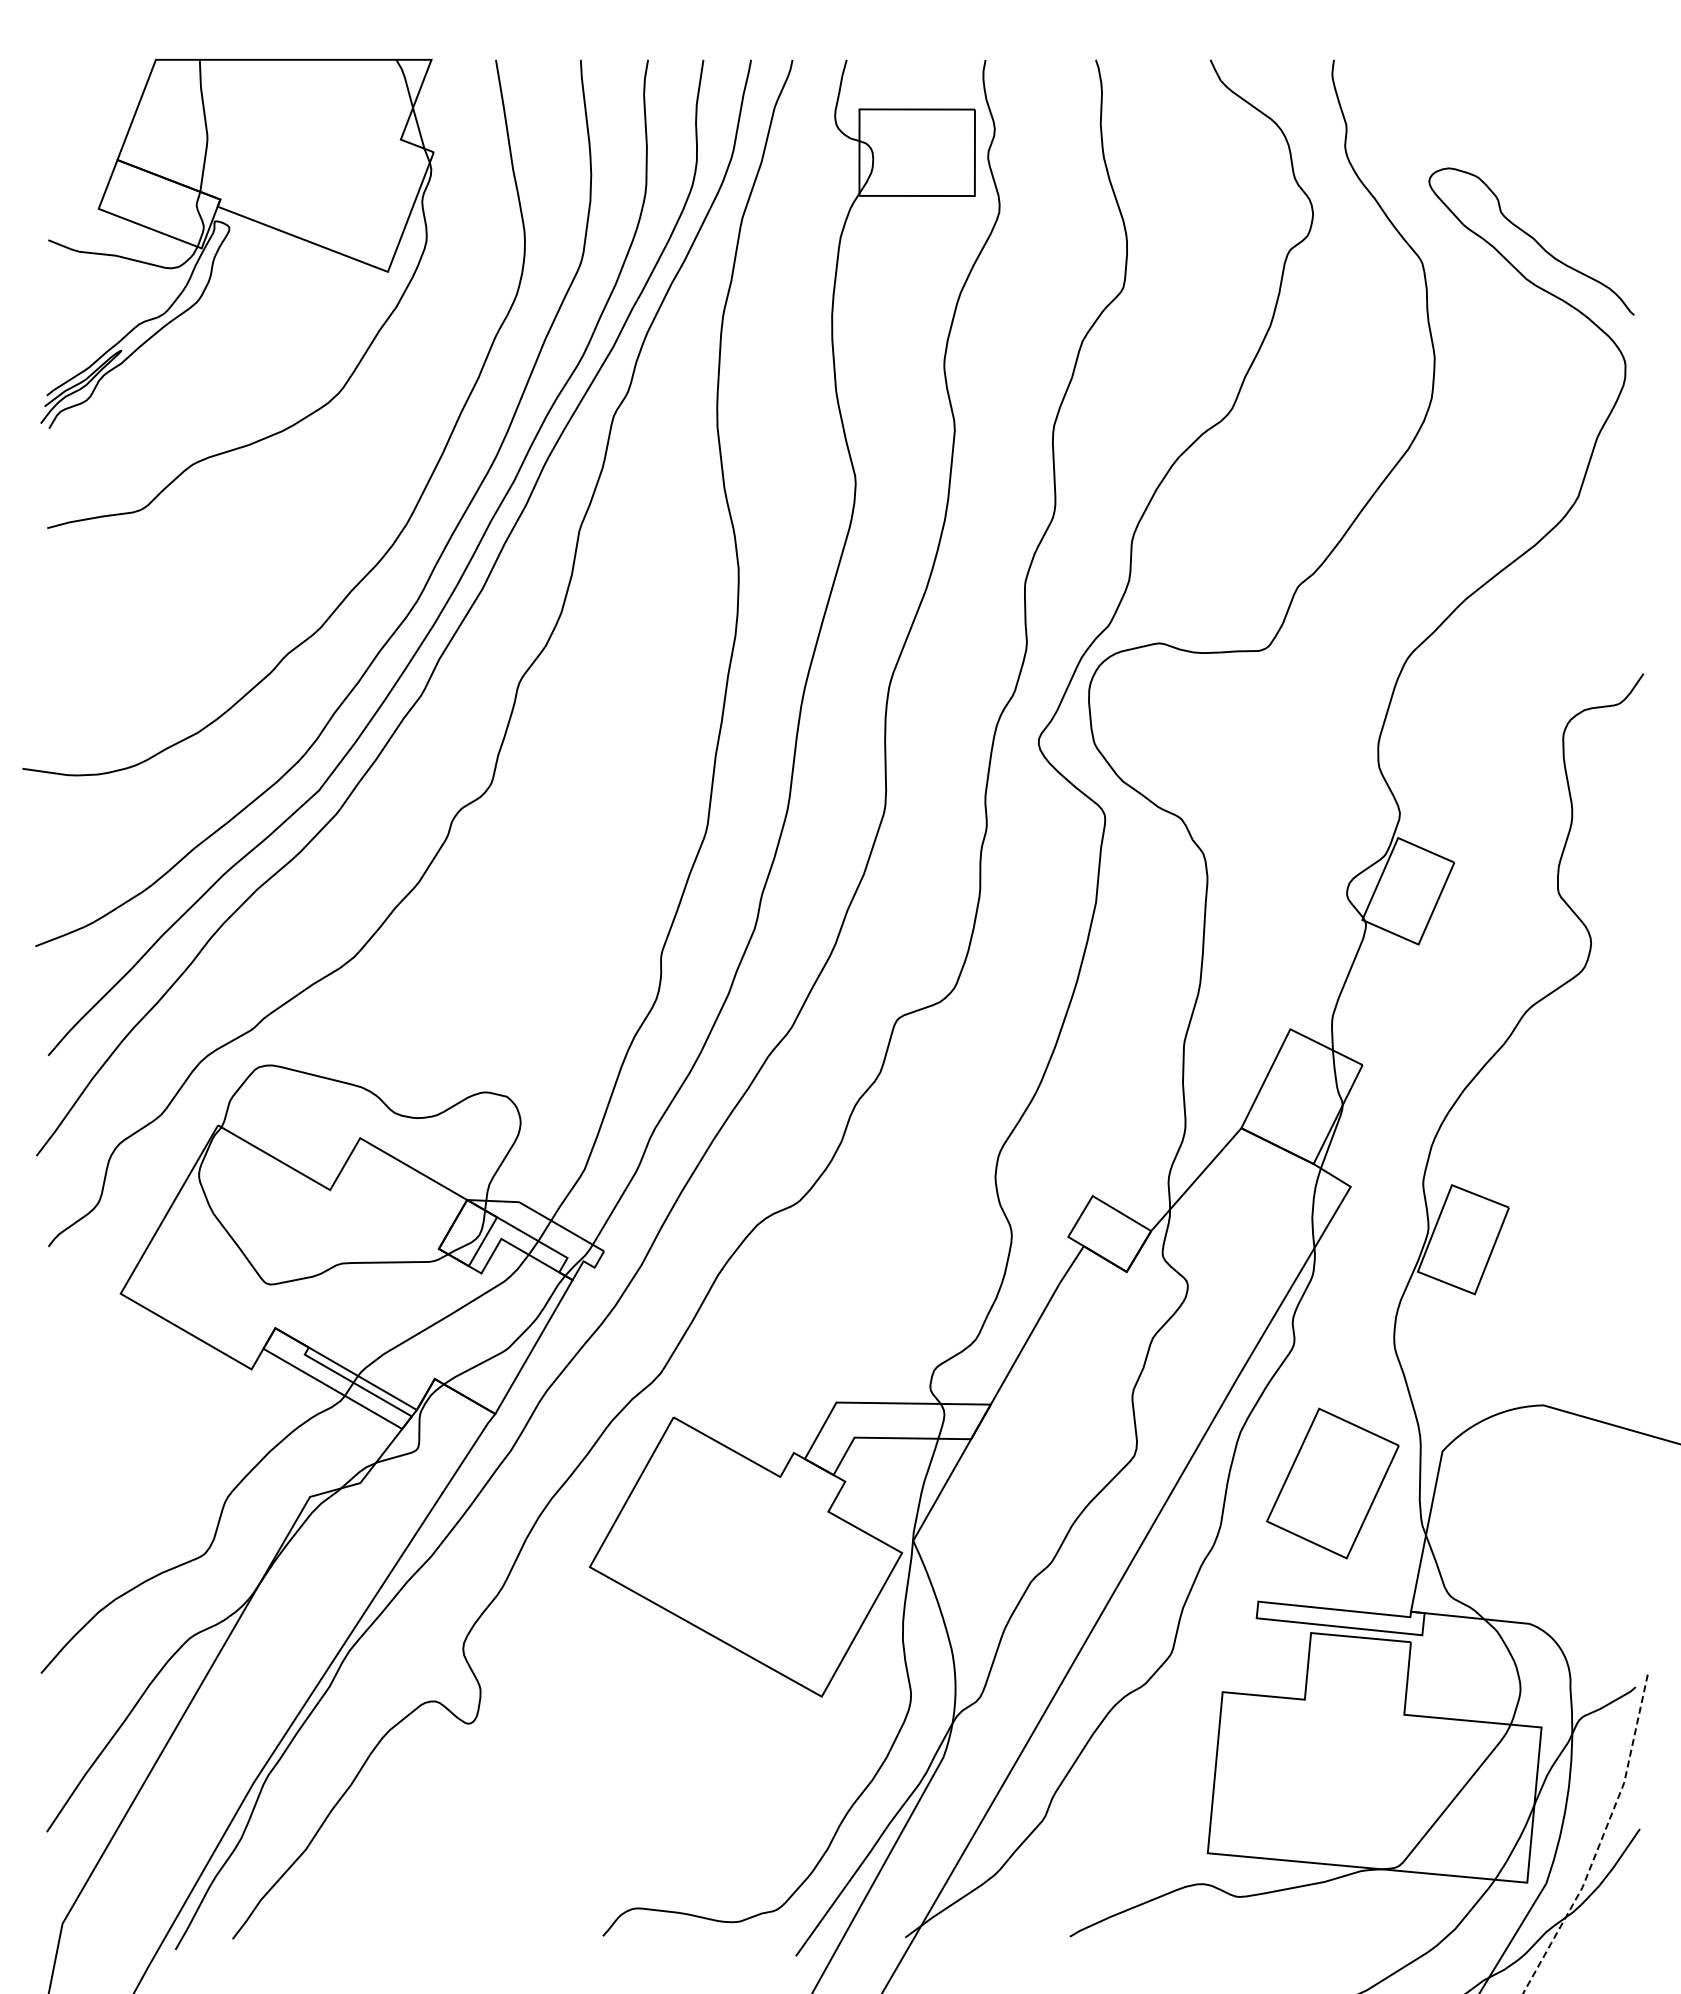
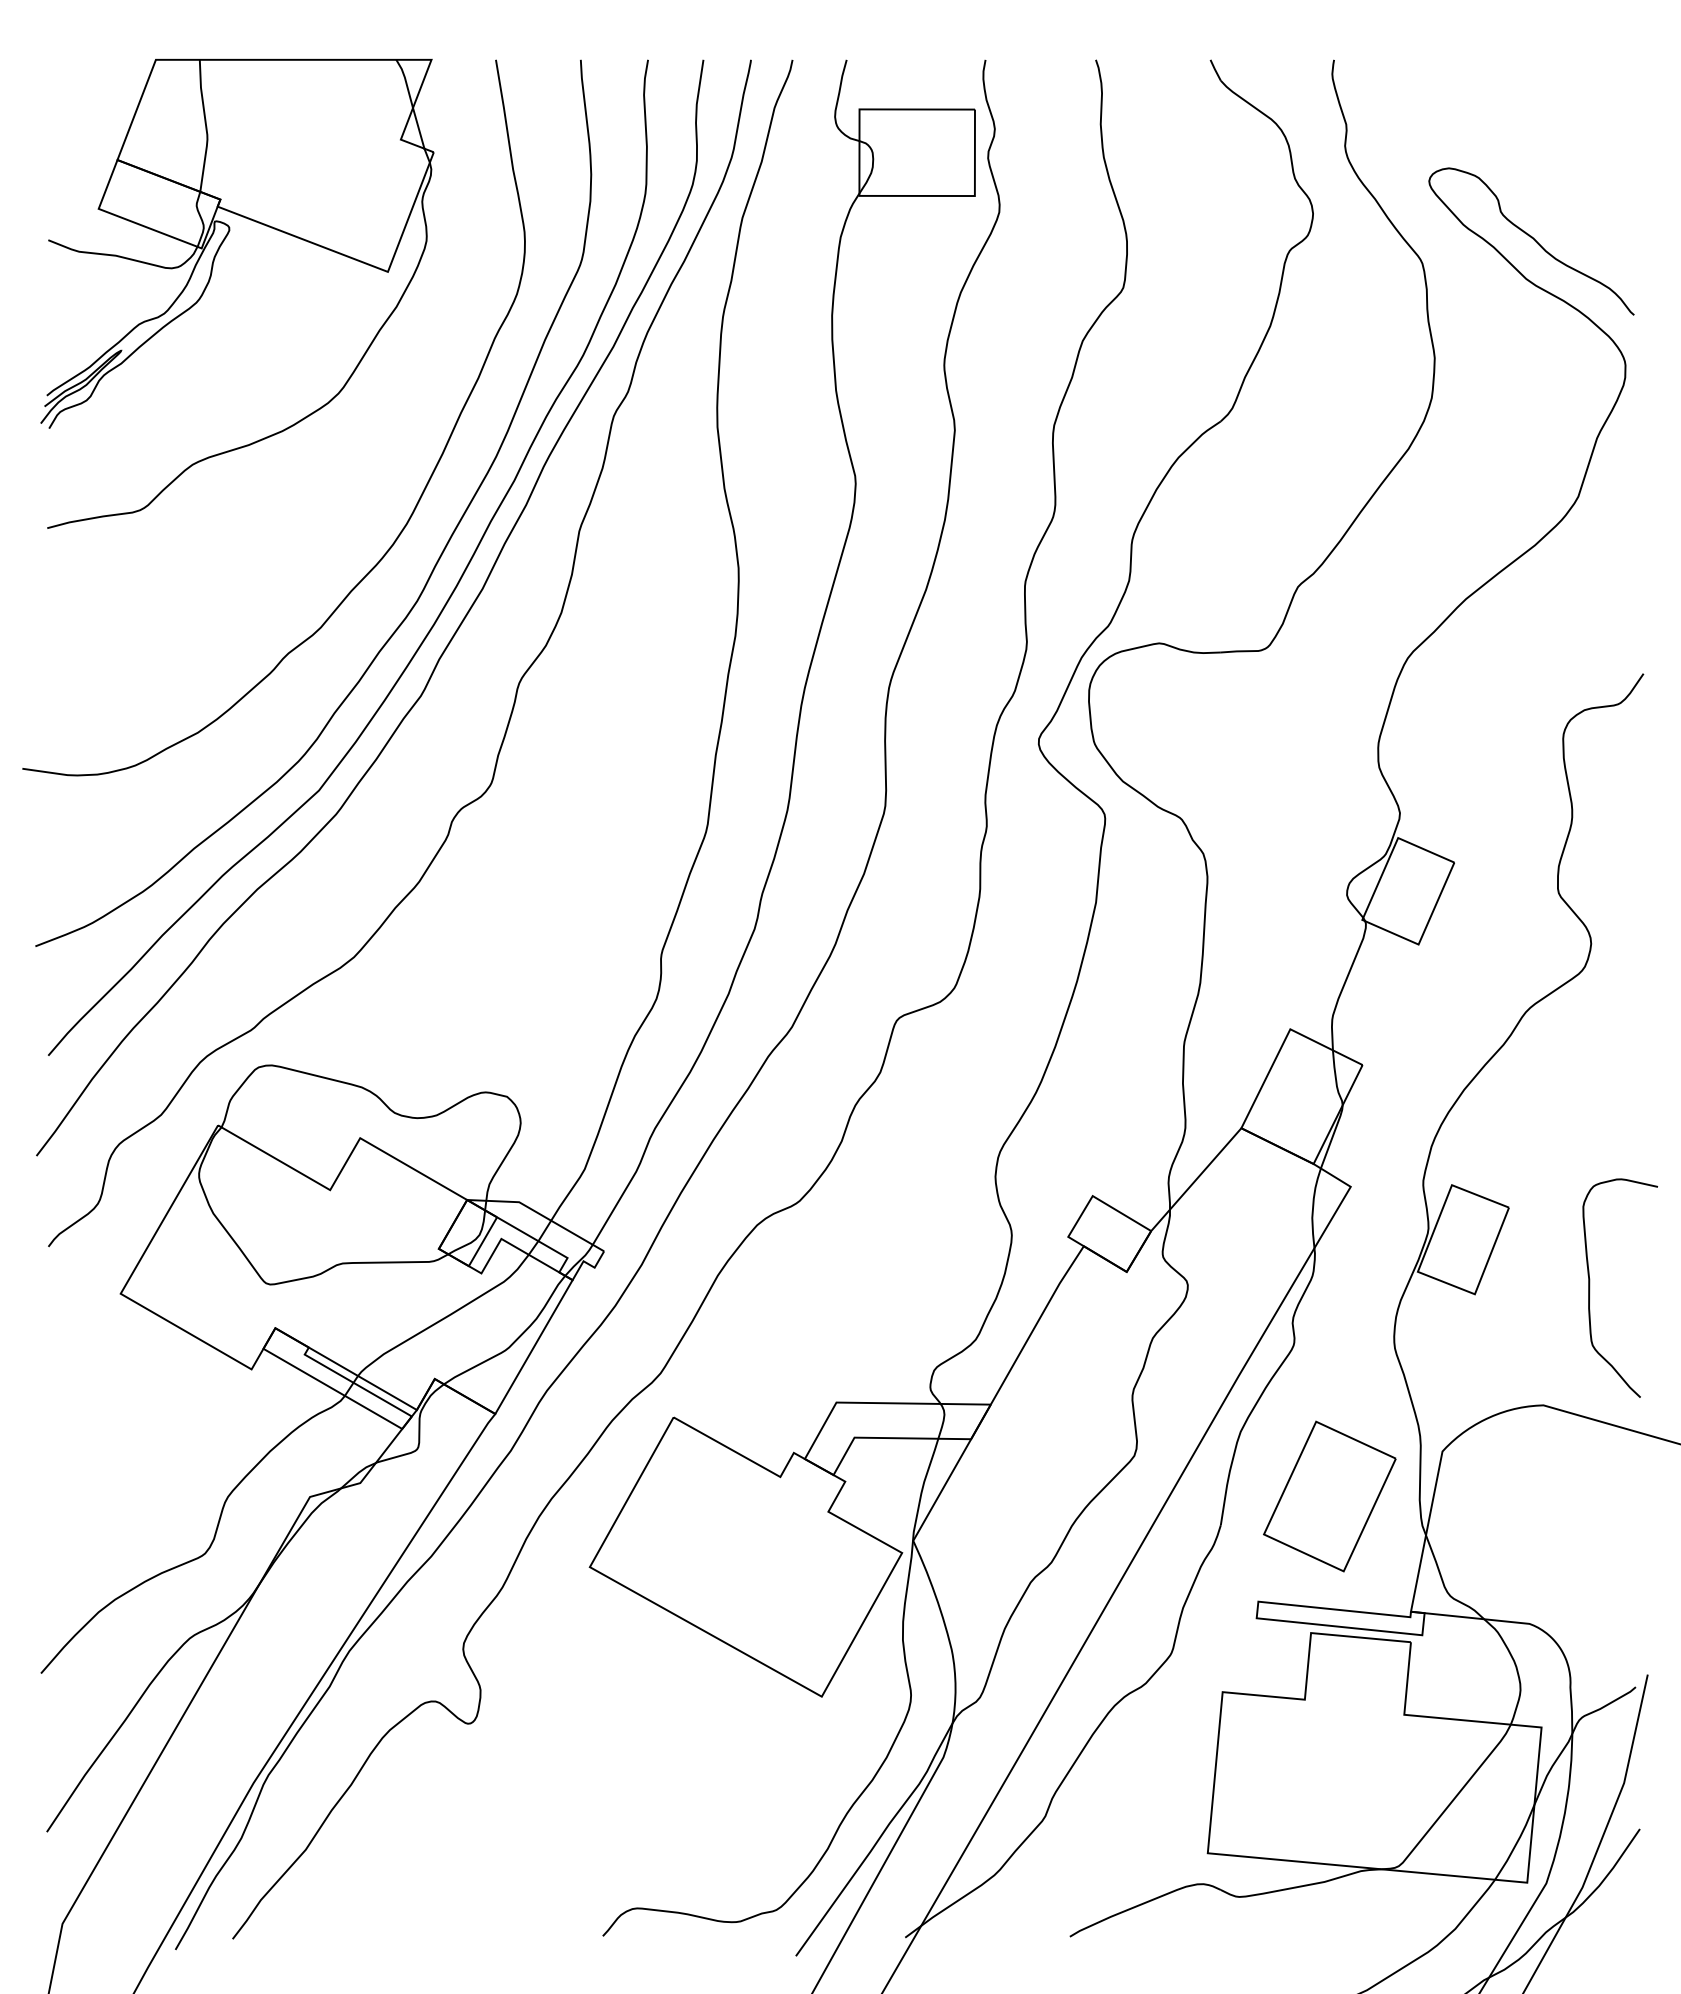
curve at (1590, 1287): none -> present
part at (1332, 1483) position: (1332, 1483) -> (1329, 1496)
line at (1601, 1840): dashed -> solid
